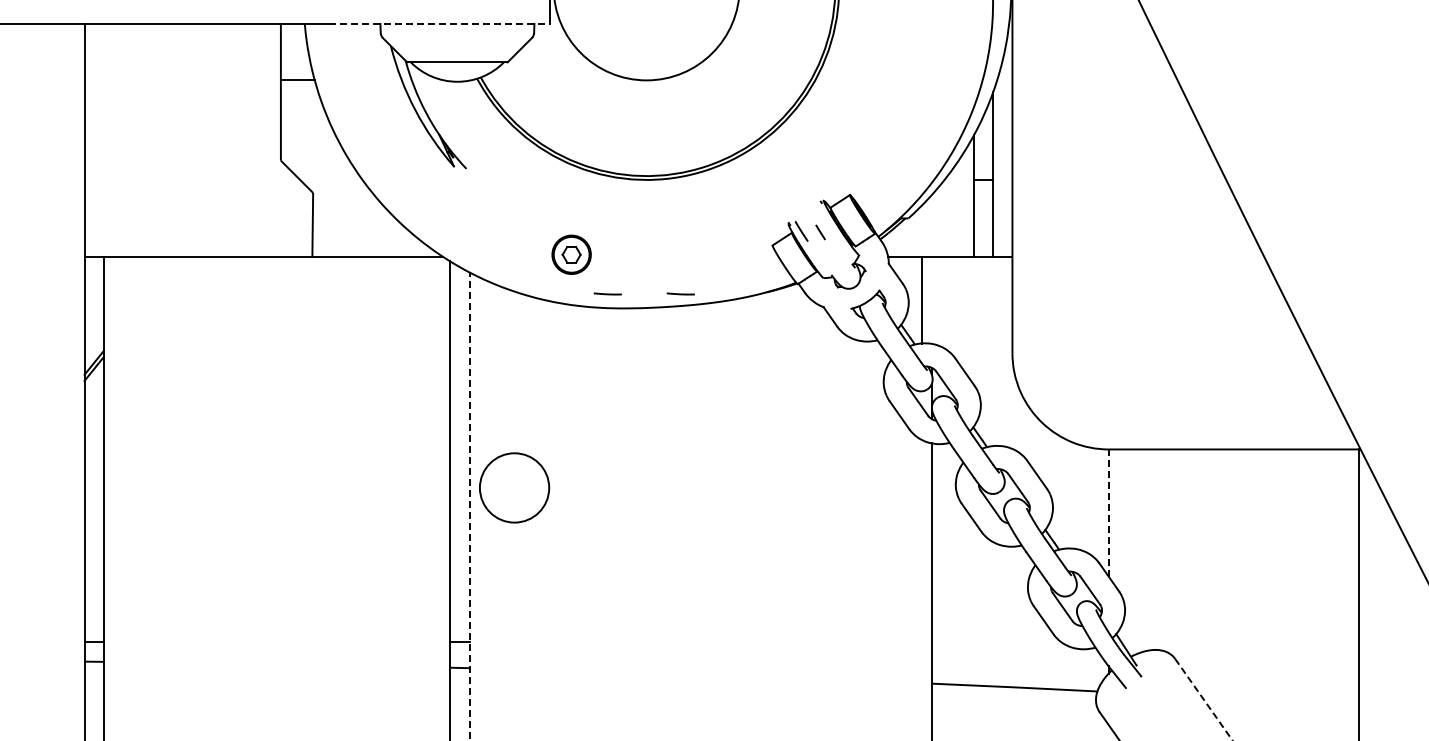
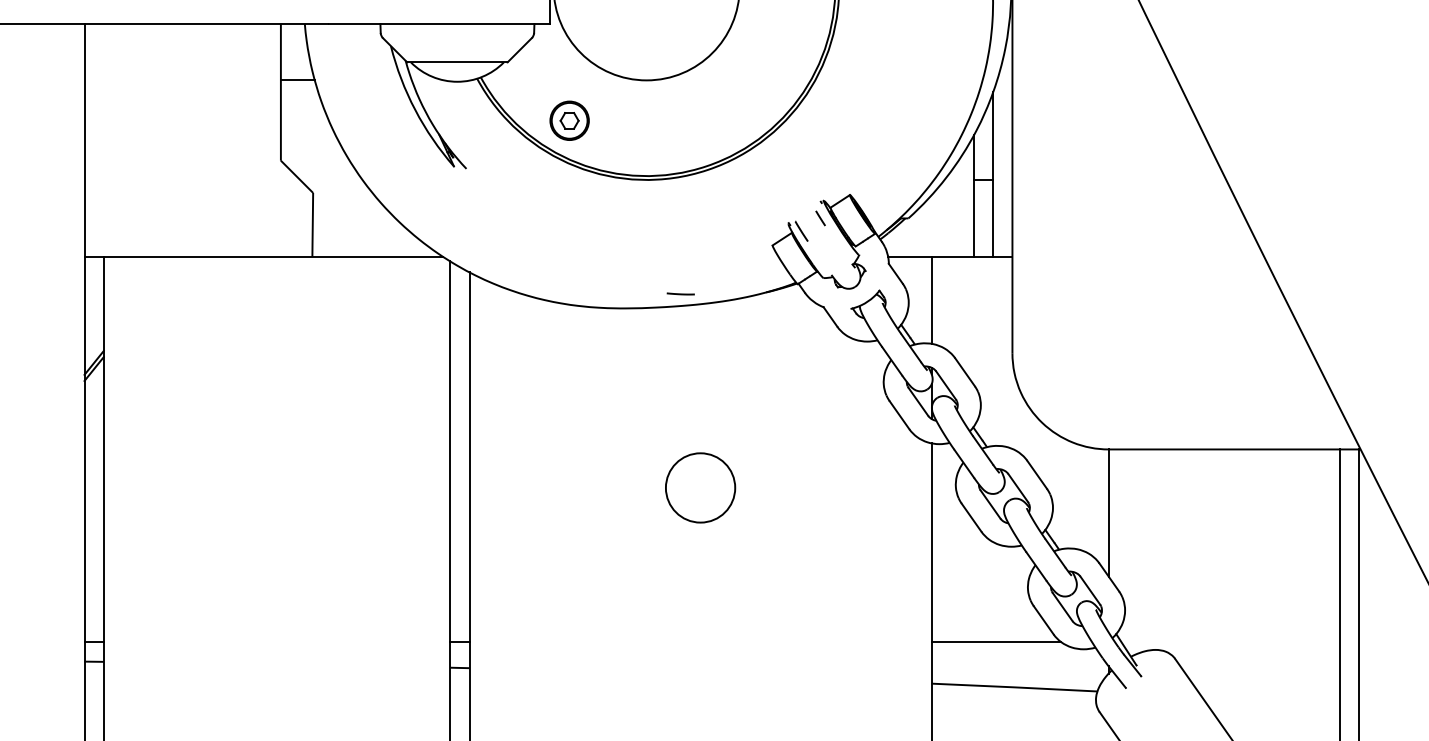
line at (439, 24): dashed -> solid
line at (820, 232) position: (820, 232) -> (820, 218)
part at (571, 254) position: (571, 254) -> (569, 120)
line at (607, 293): present -> none
line at (921, 299) position: (921, 299) -> (931, 299)
circle at (514, 487) position: (514, 487) -> (700, 487)
line at (469, 506): dashed -> solid
line at (1108, 513): dashed -> solid
line at (1339, 593): none -> present
line at (996, 641): none -> present
line at (1203, 699): dashed -> solid
